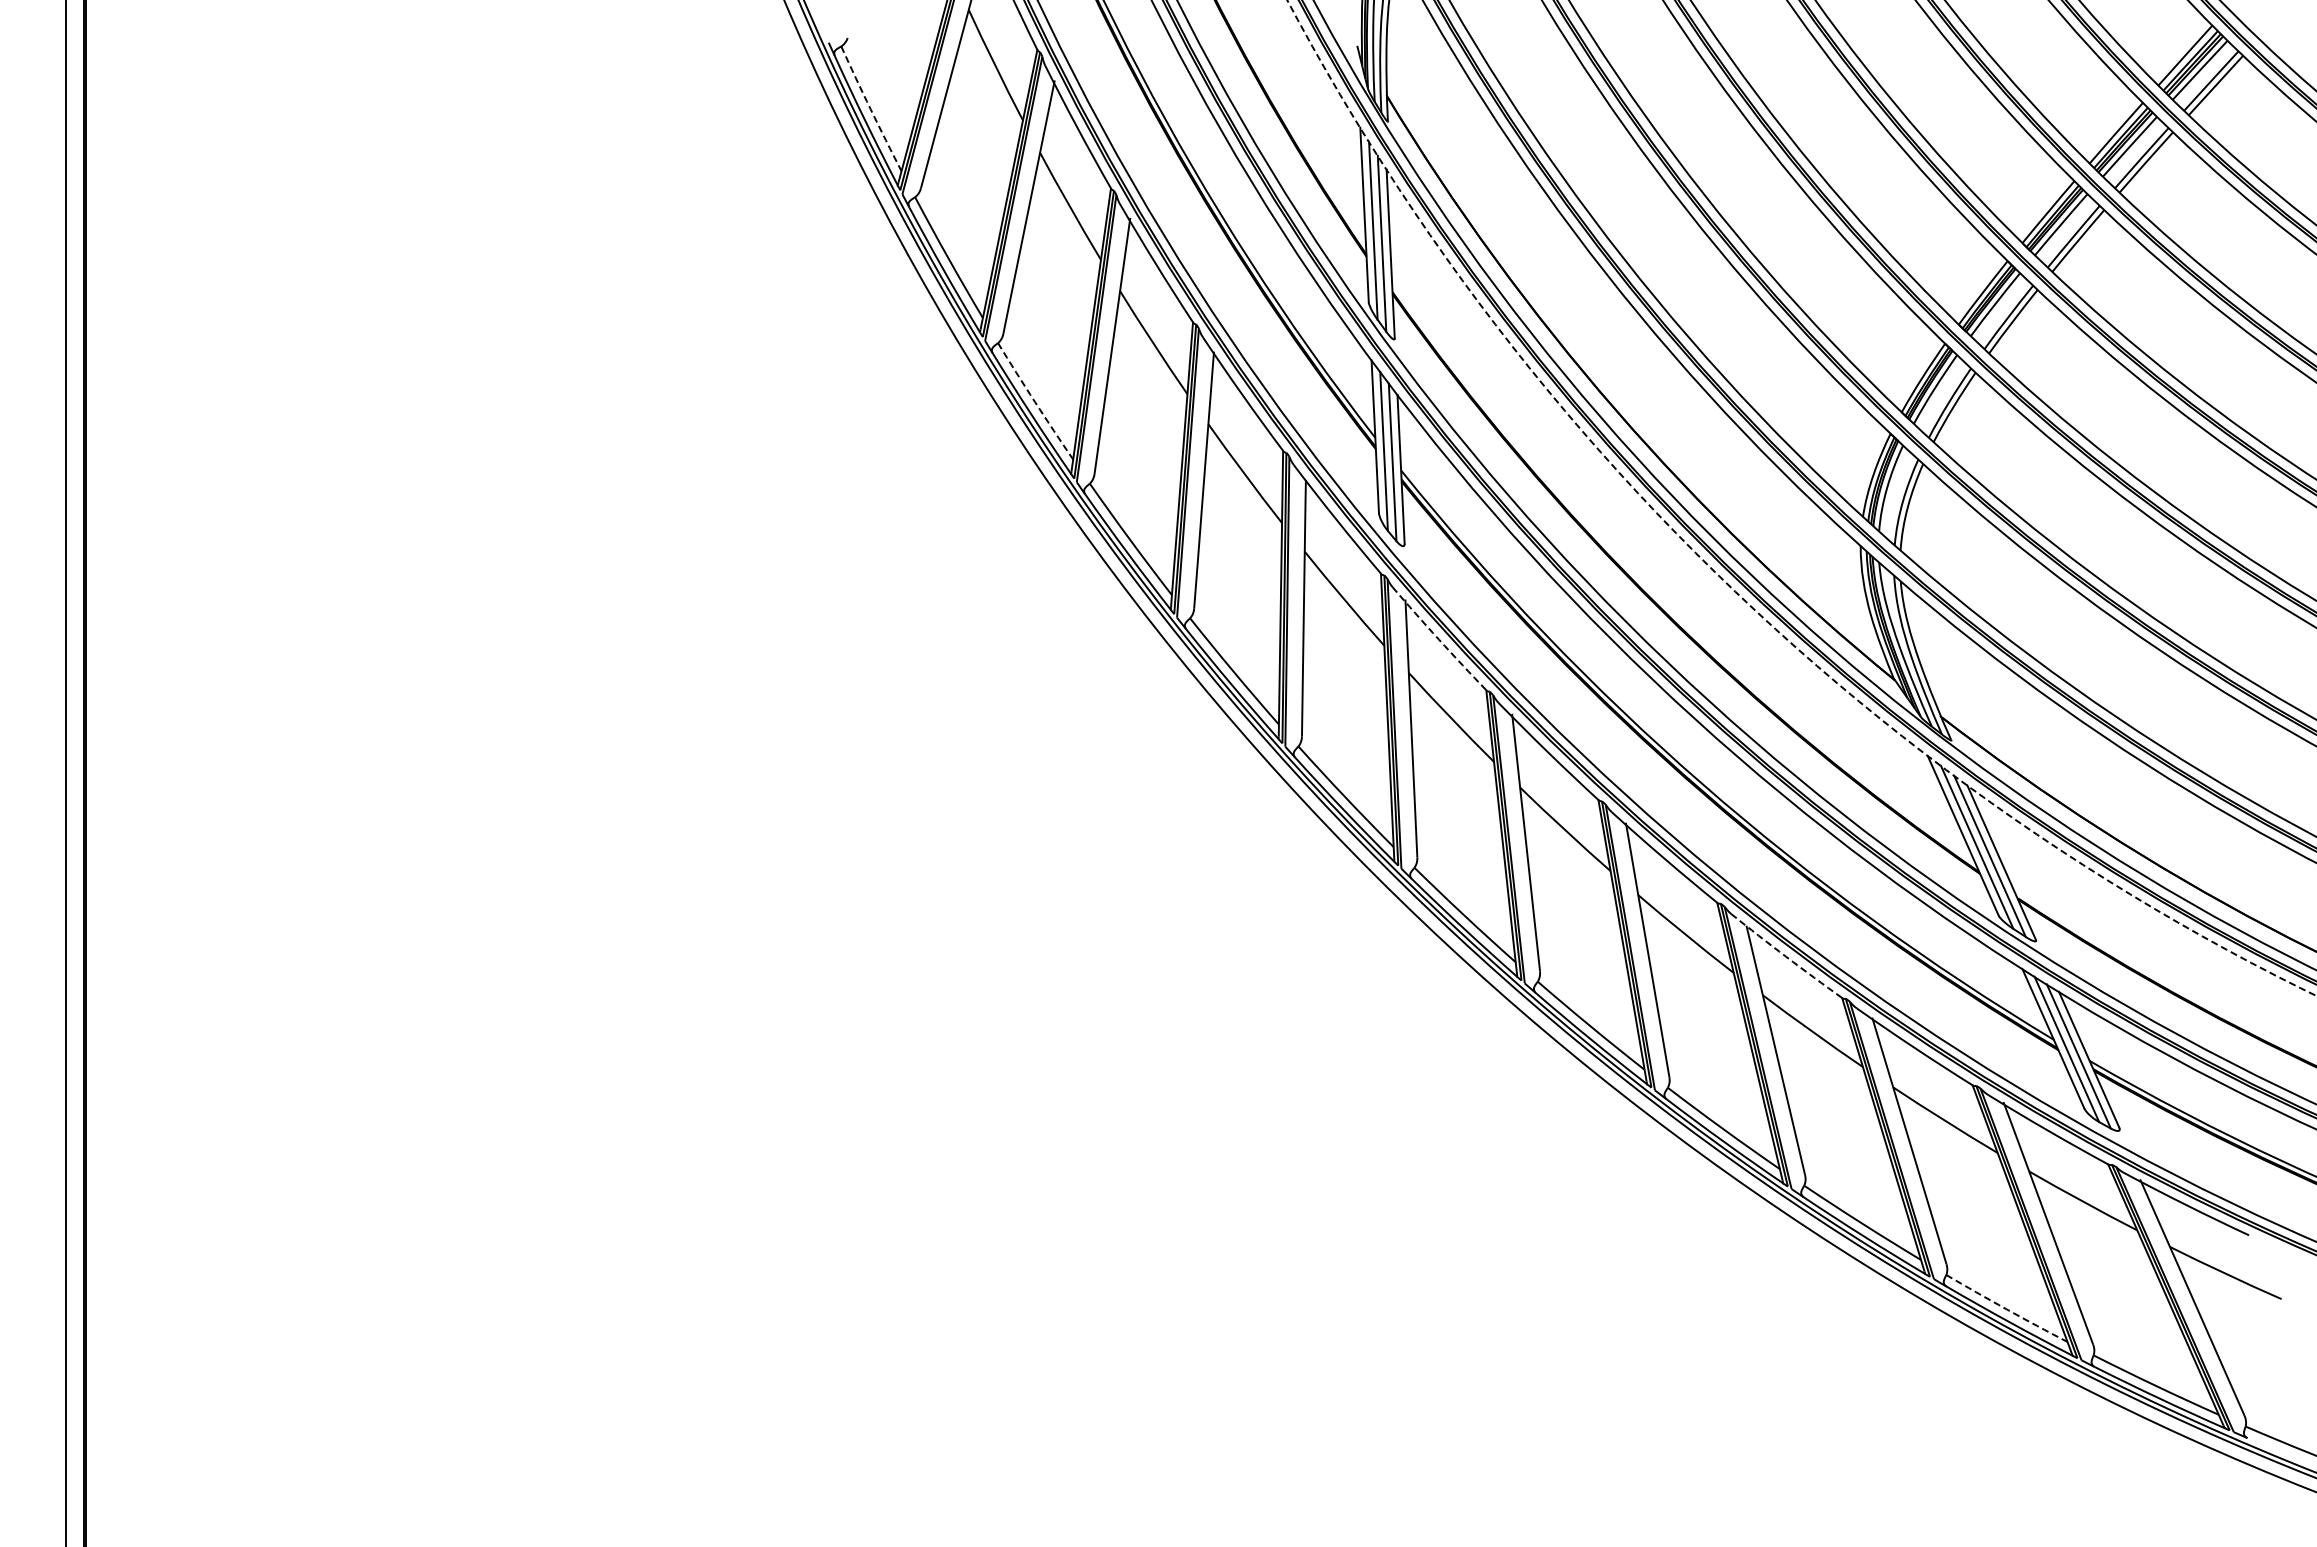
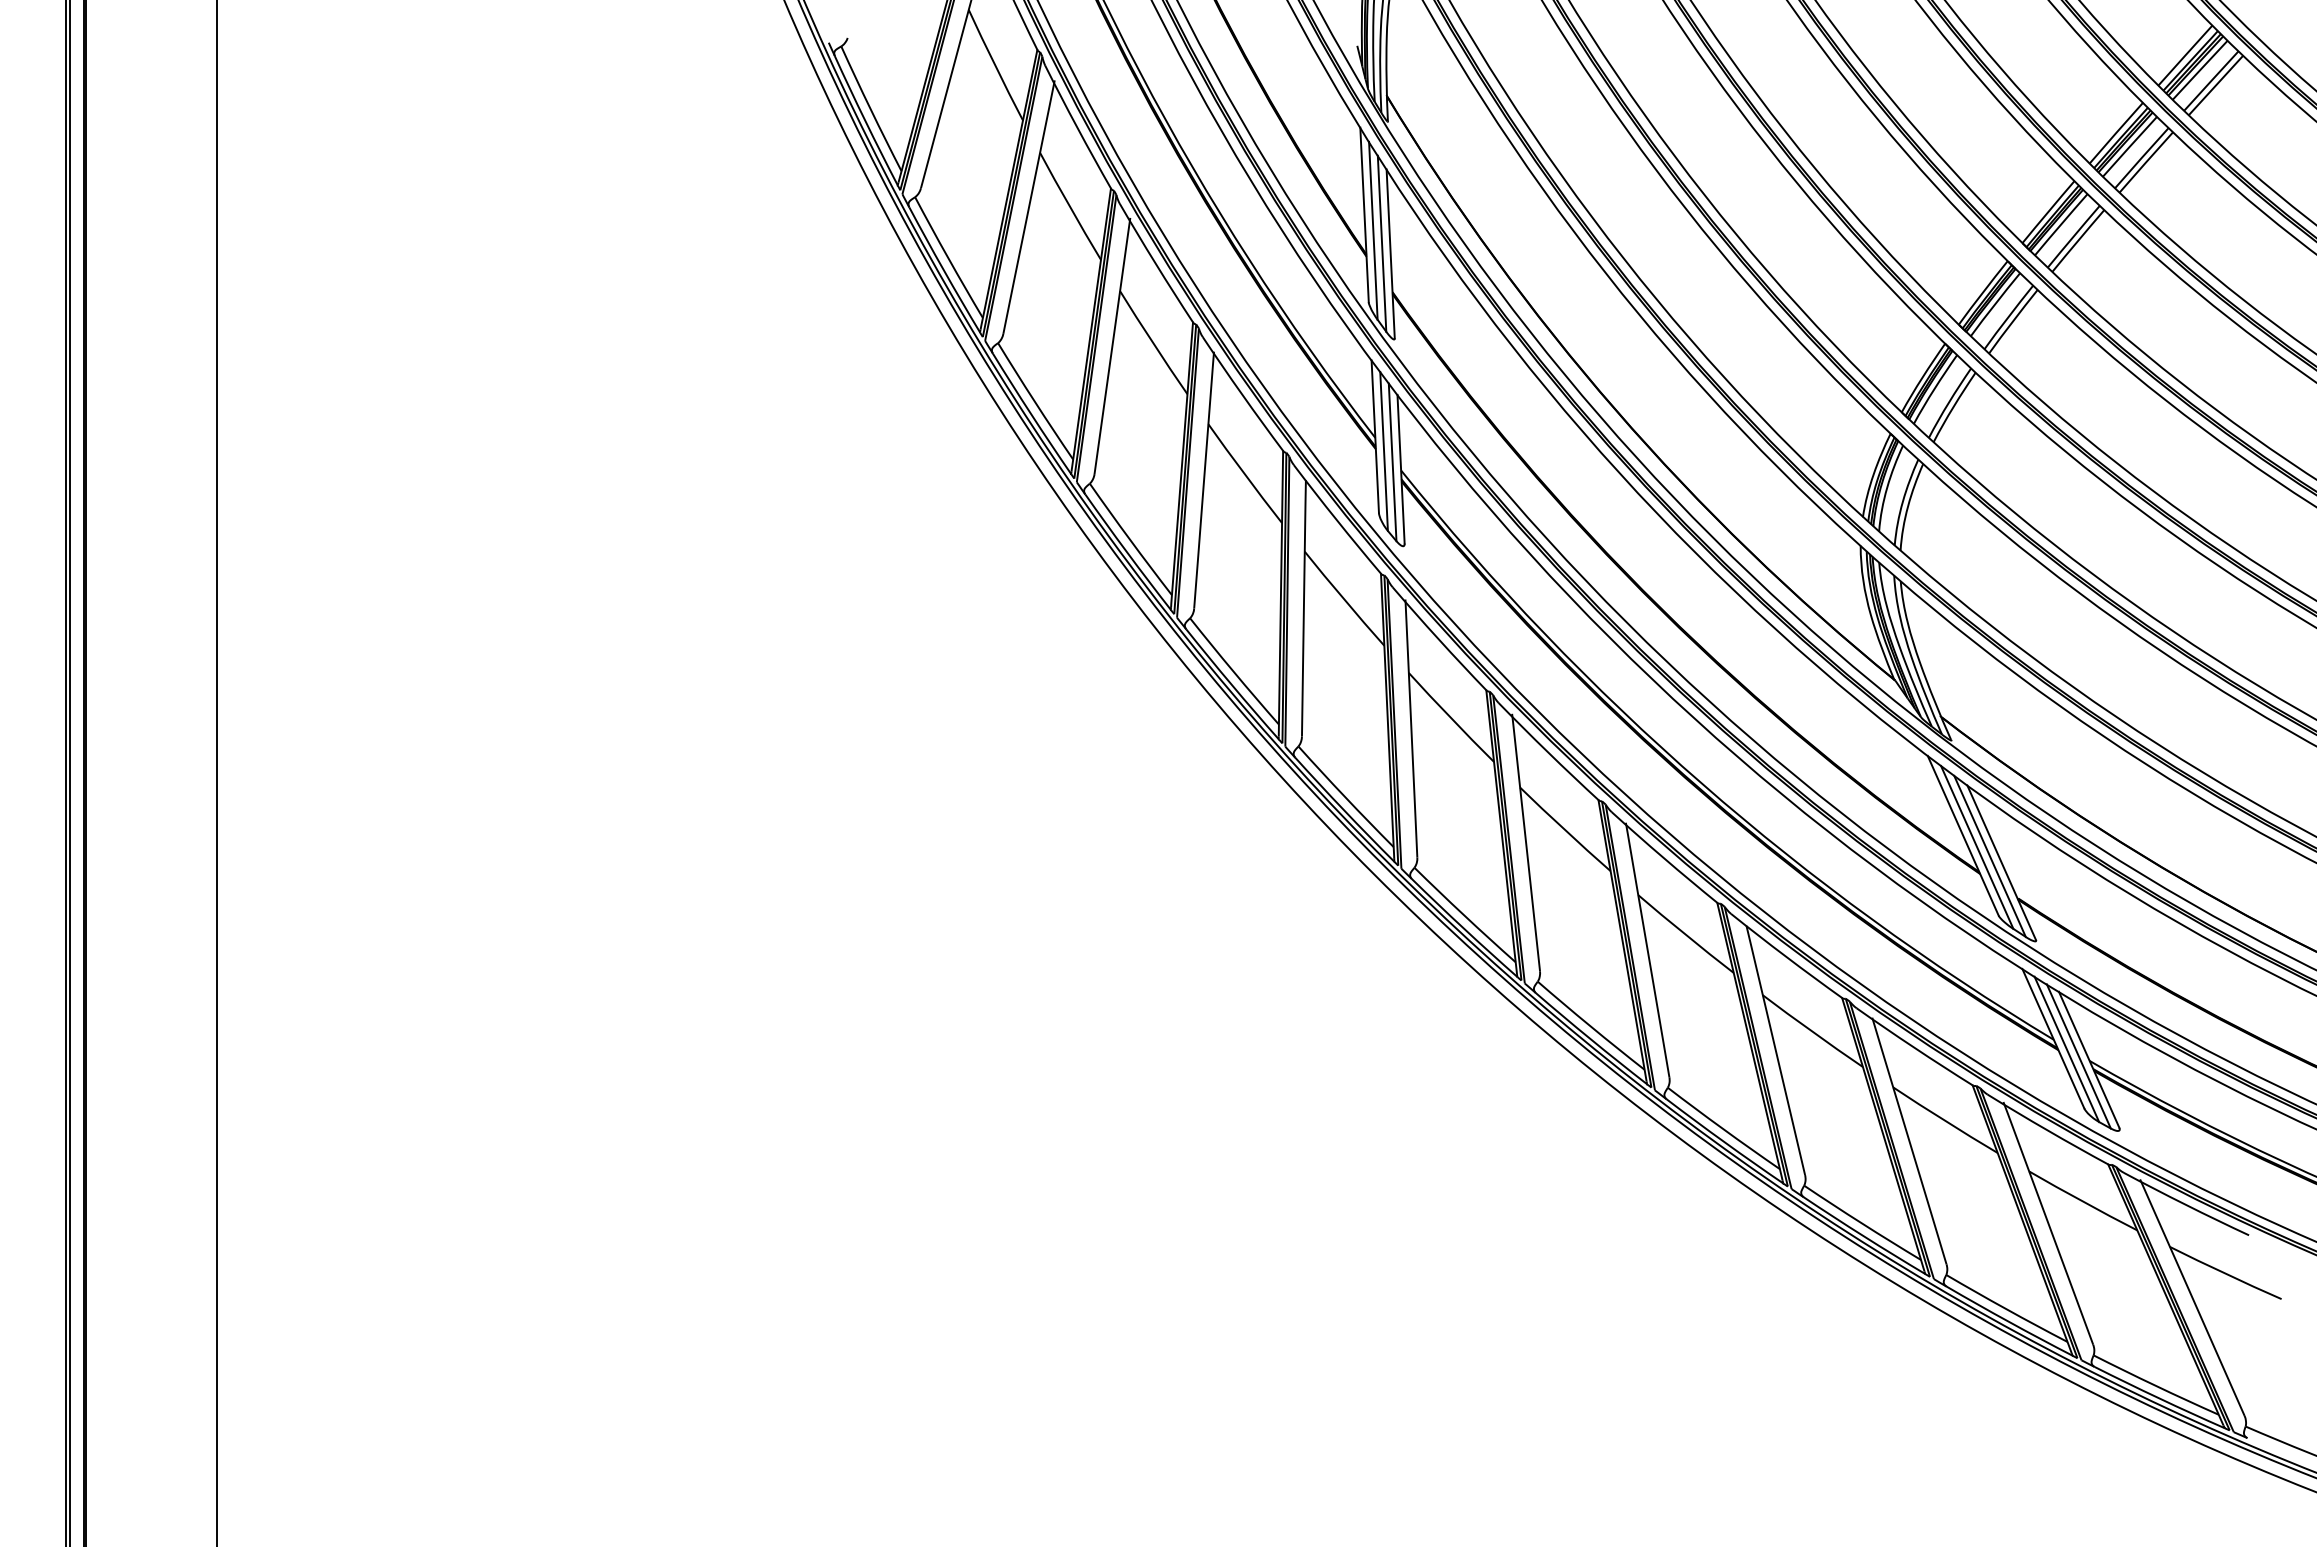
arc at (870, 109): dashed -> solid
arc at (1034, 401): dashed -> solid
circle at (1801, 498): dashed -> solid
arc at (1438, 639): dashed -> solid
line at (69, 772): none -> present
line at (216, 772): none -> present
arc at (1786, 956): dashed -> solid
arc at (2006, 1309): dashed -> solid
